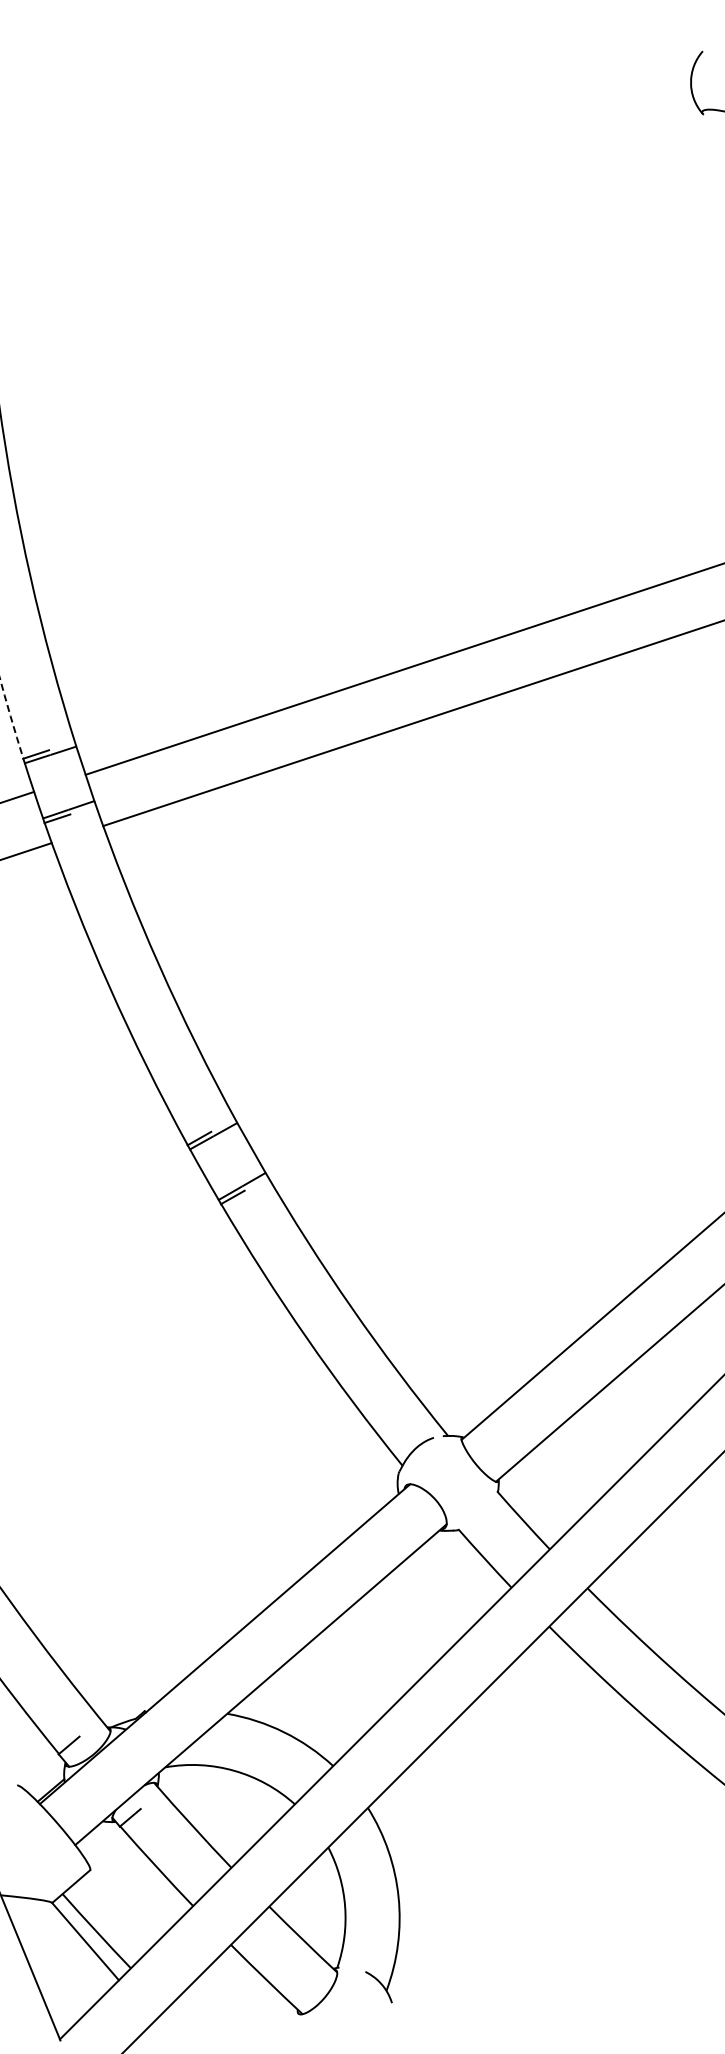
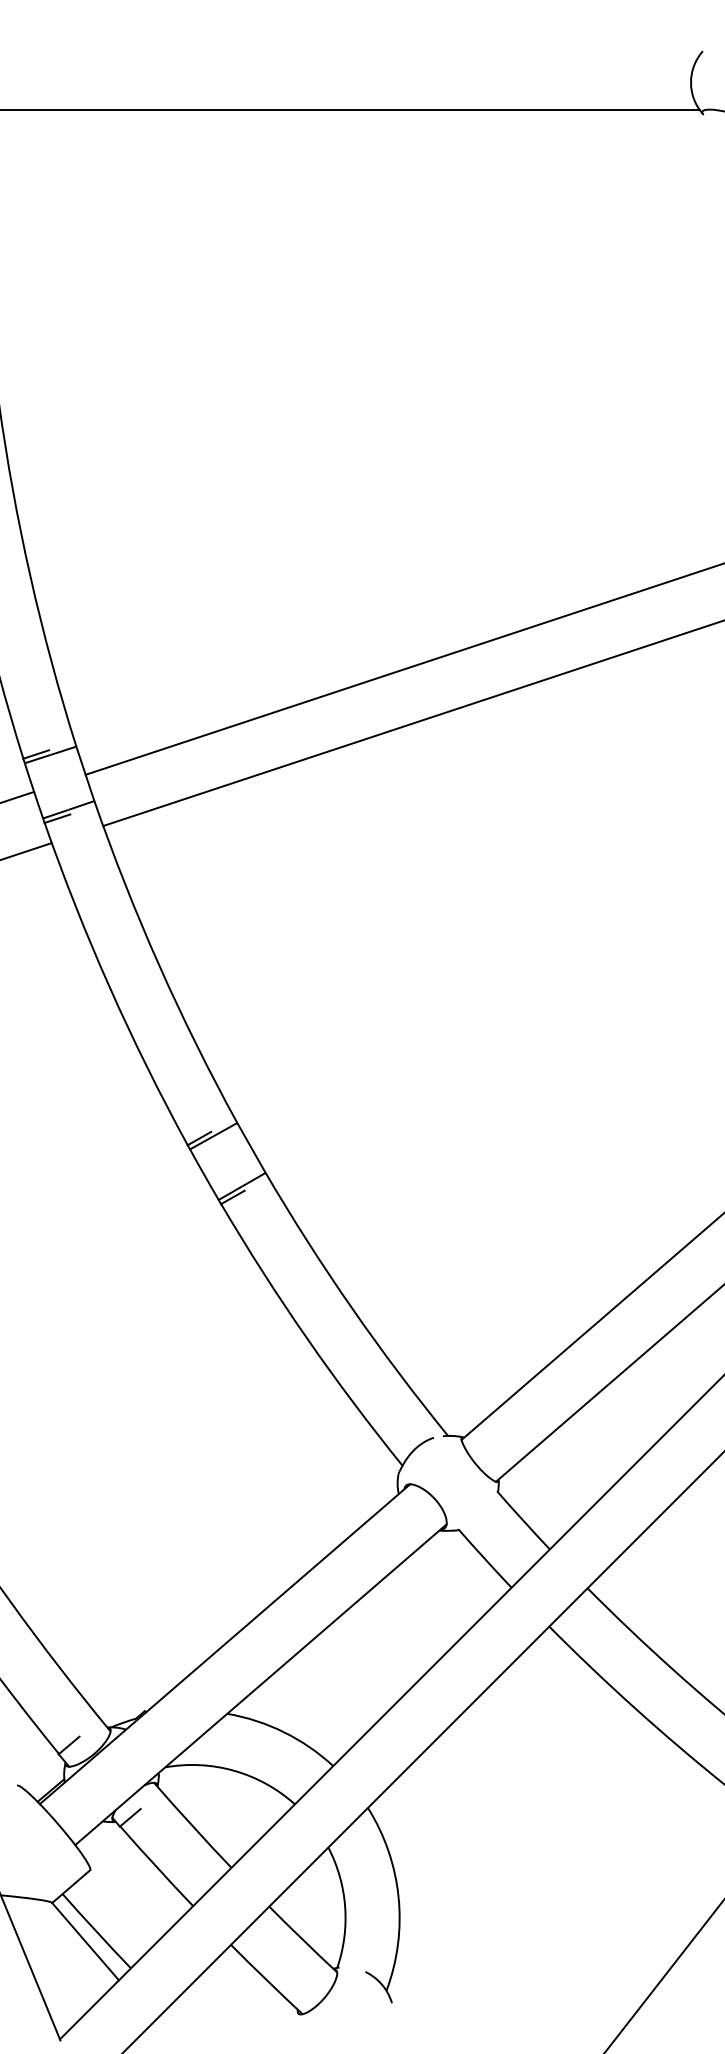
line at (350, 109): none -> present
arc at (11, 718): dashed -> solid
line at (663, 1976): none -> present
